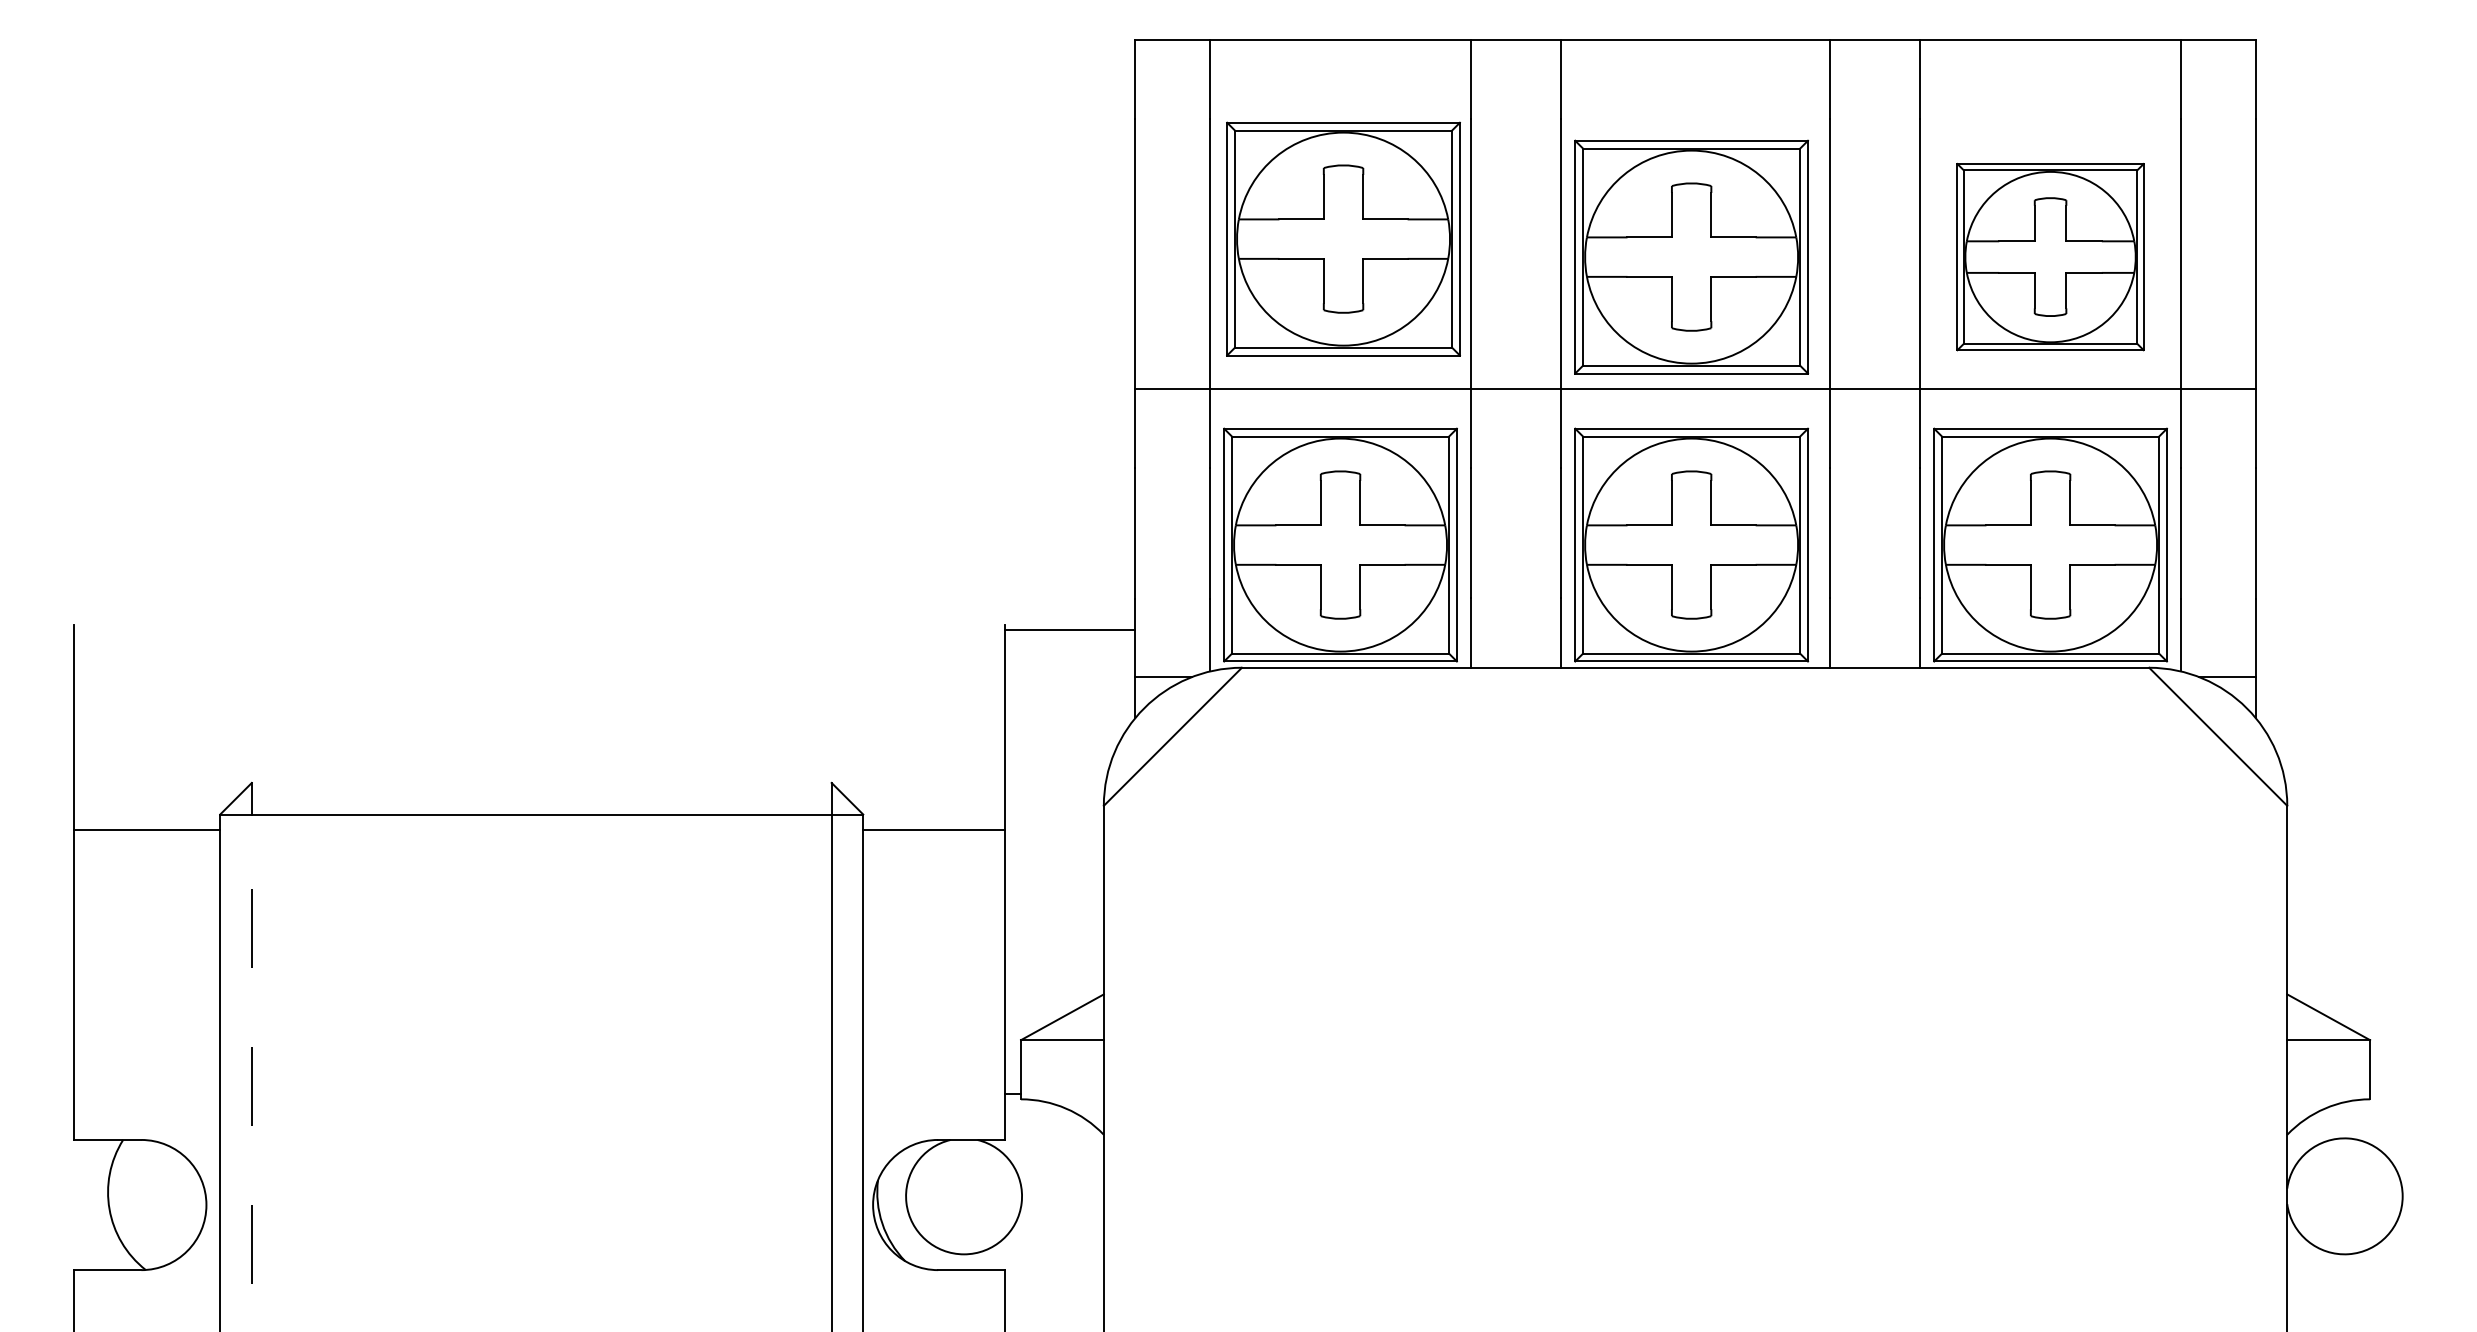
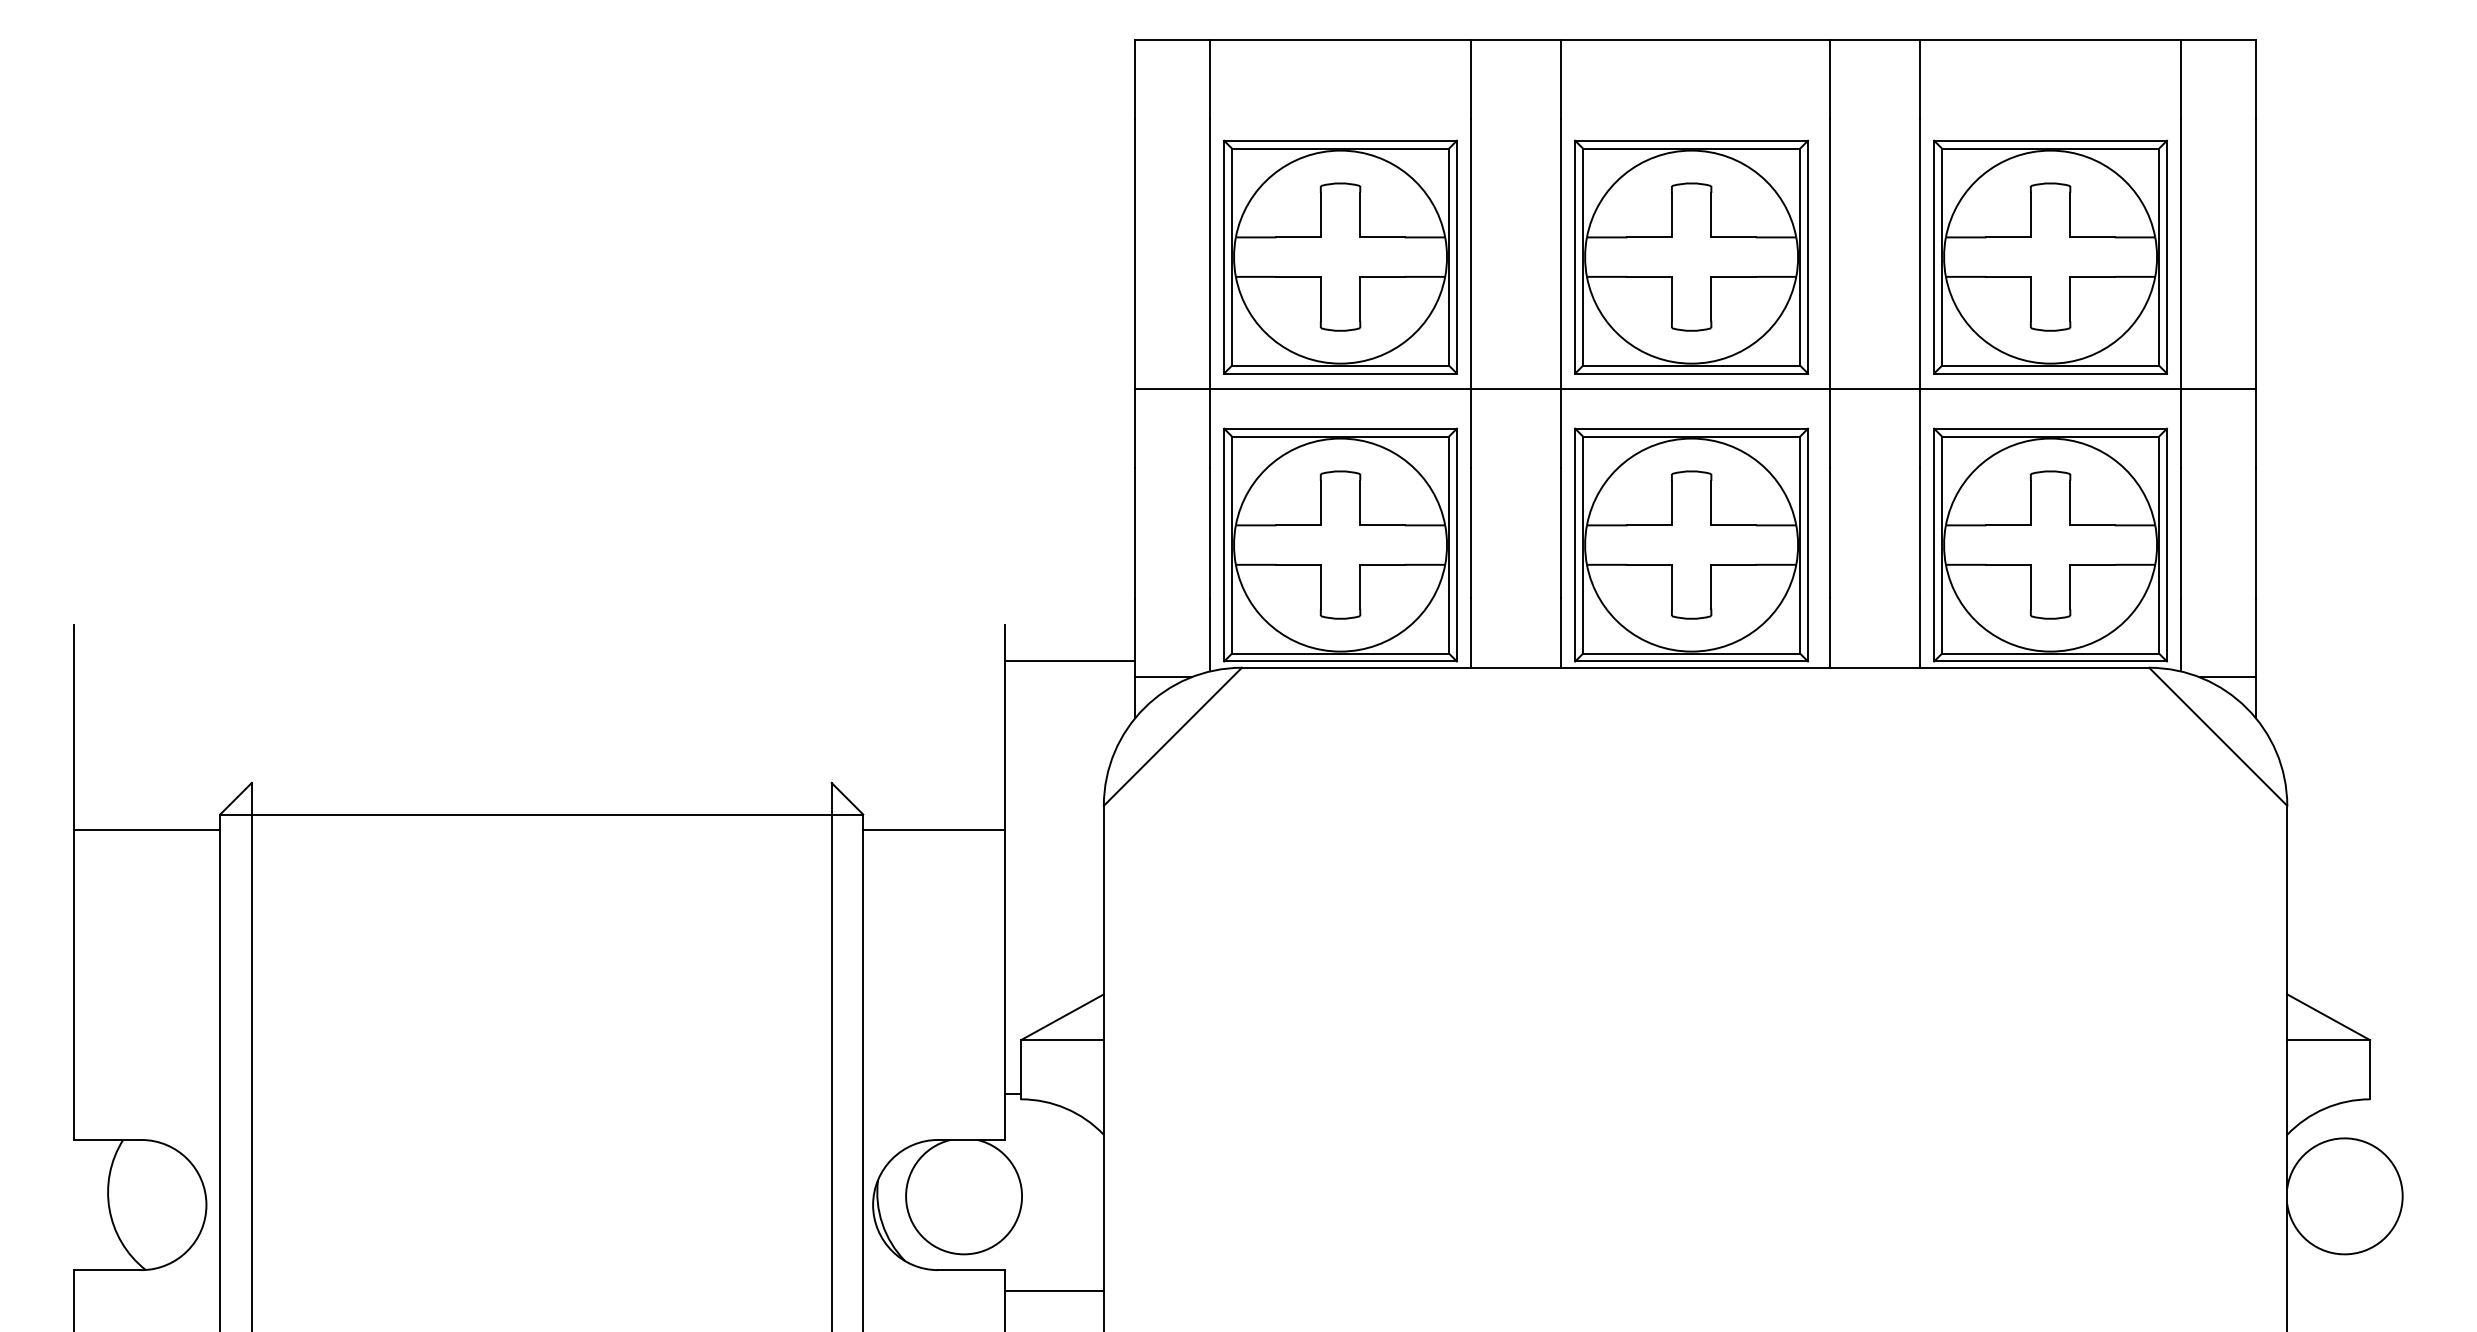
part at (1343, 238) position: (1343, 238) -> (1340, 256)
part at (2050, 257) size: 189x189 px -> 235x236 px
line at (1070, 630) position: (1070, 630) -> (1070, 661)
line at (251, 1072): dashed -> solid
line at (1054, 1291): none -> present
